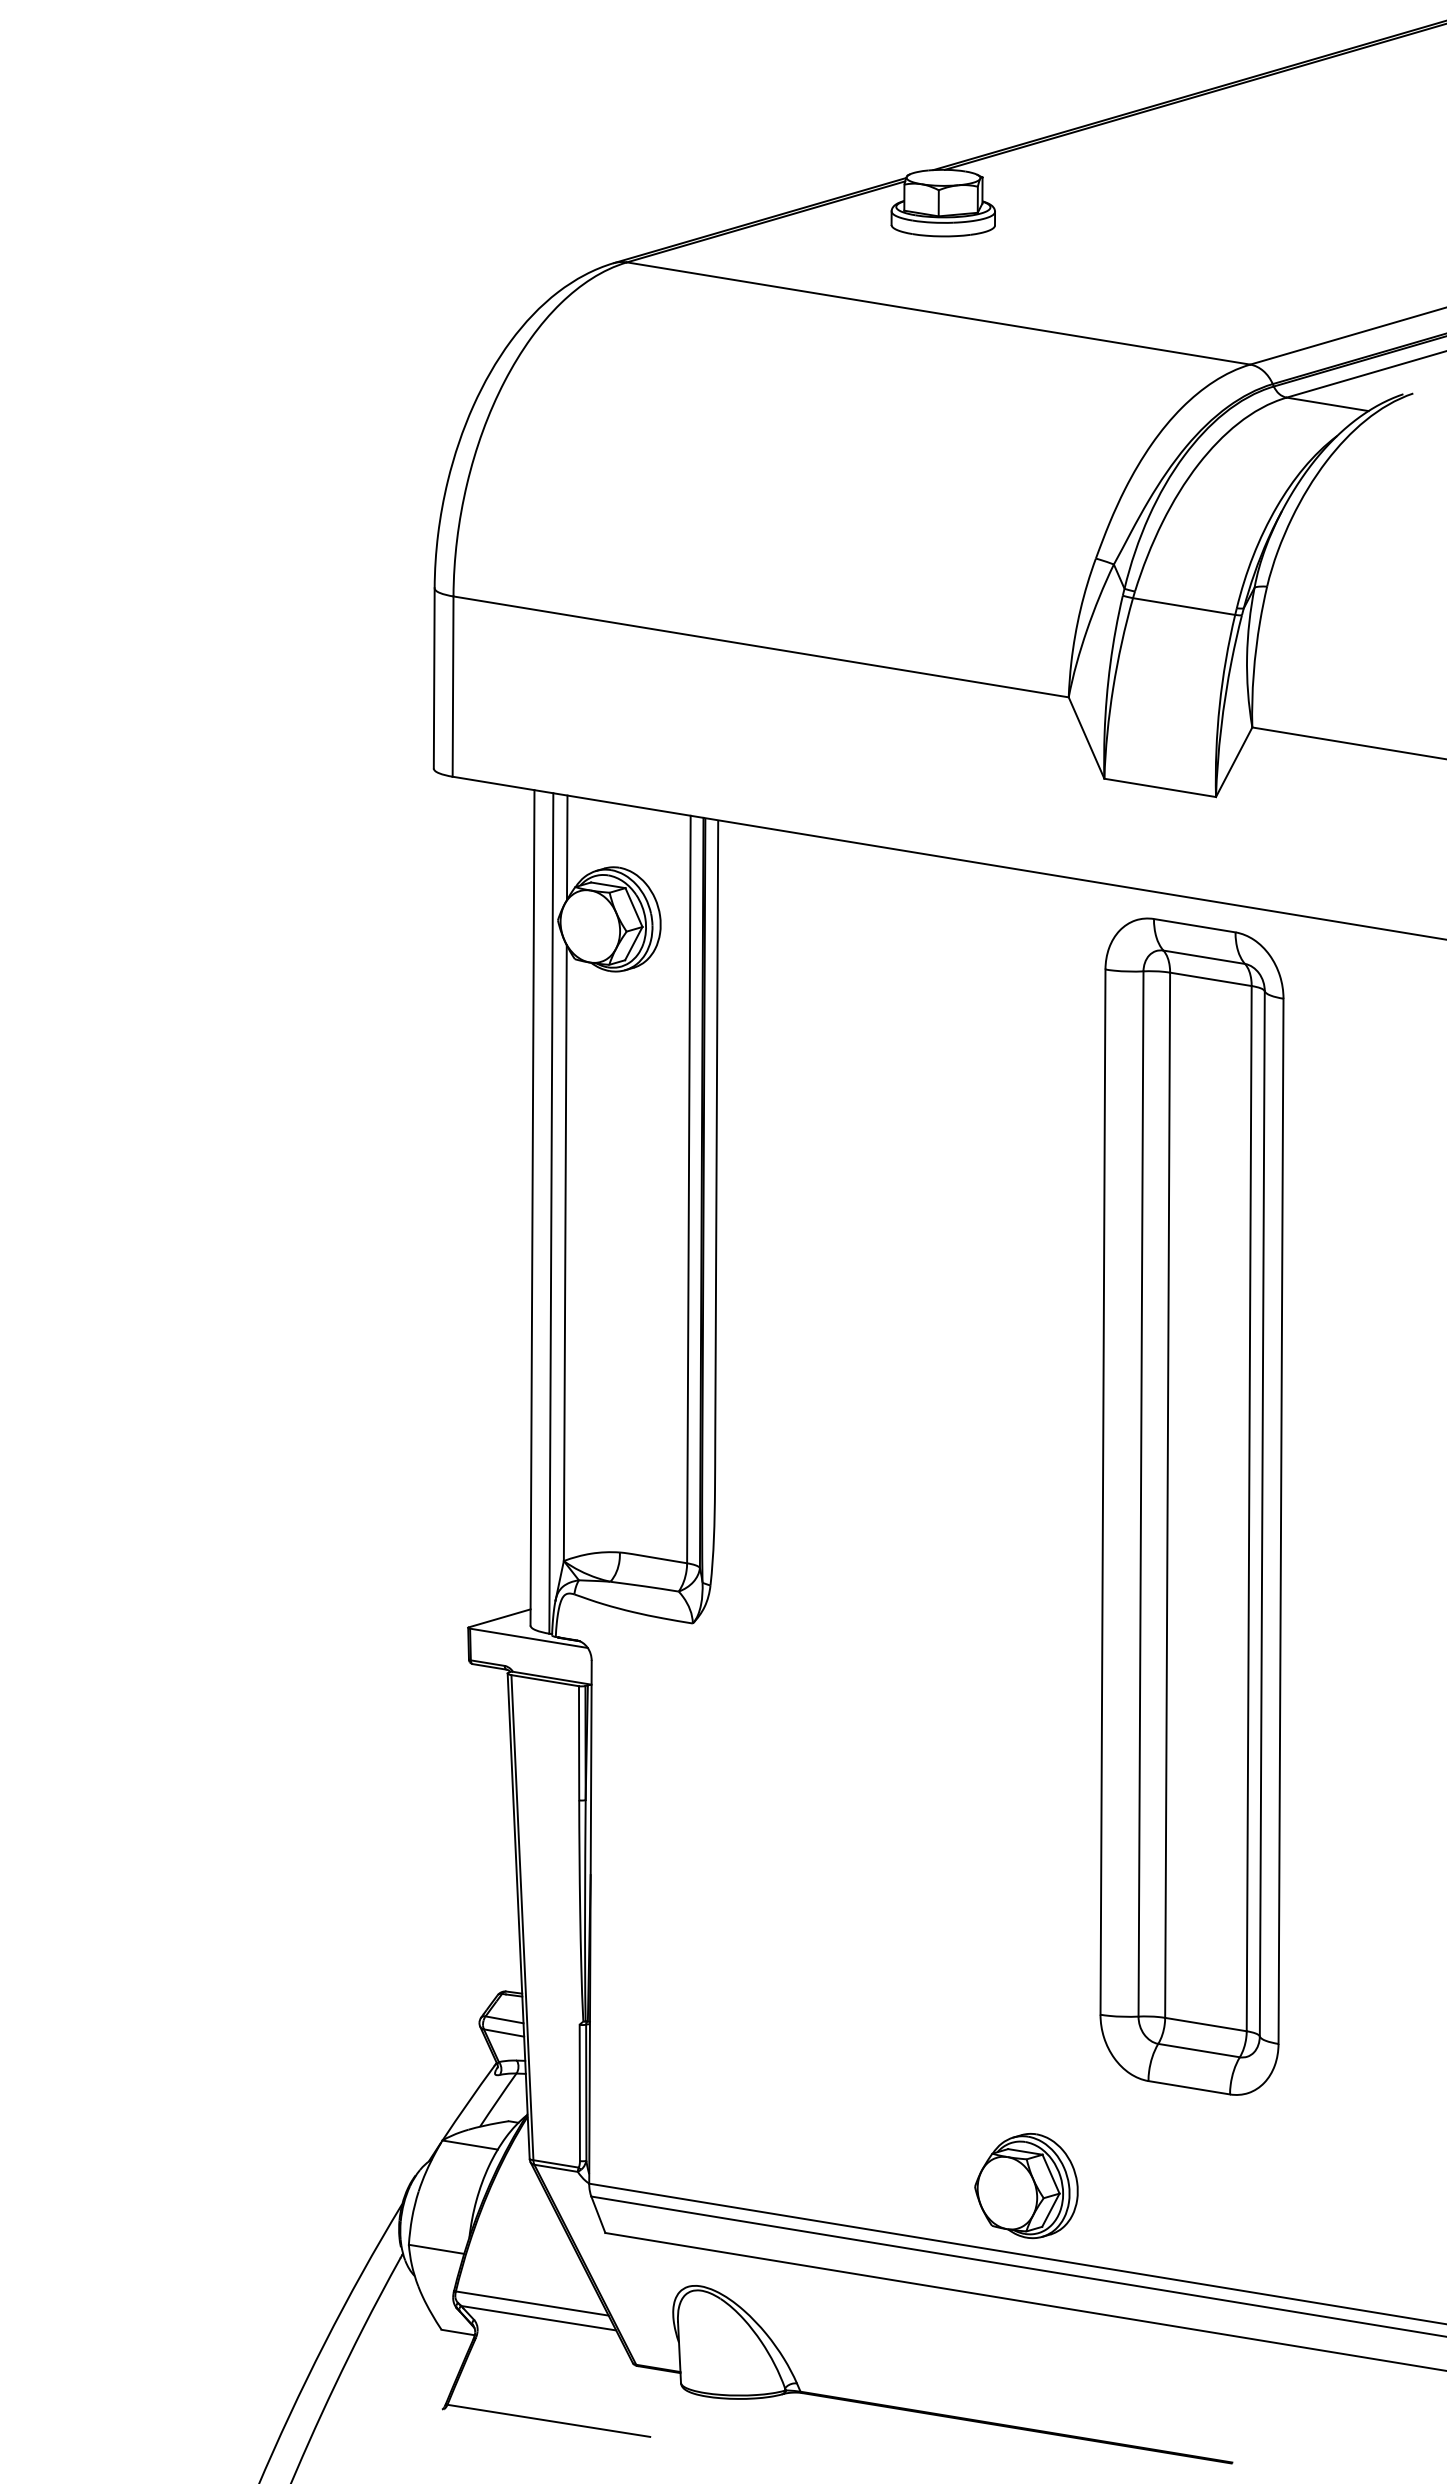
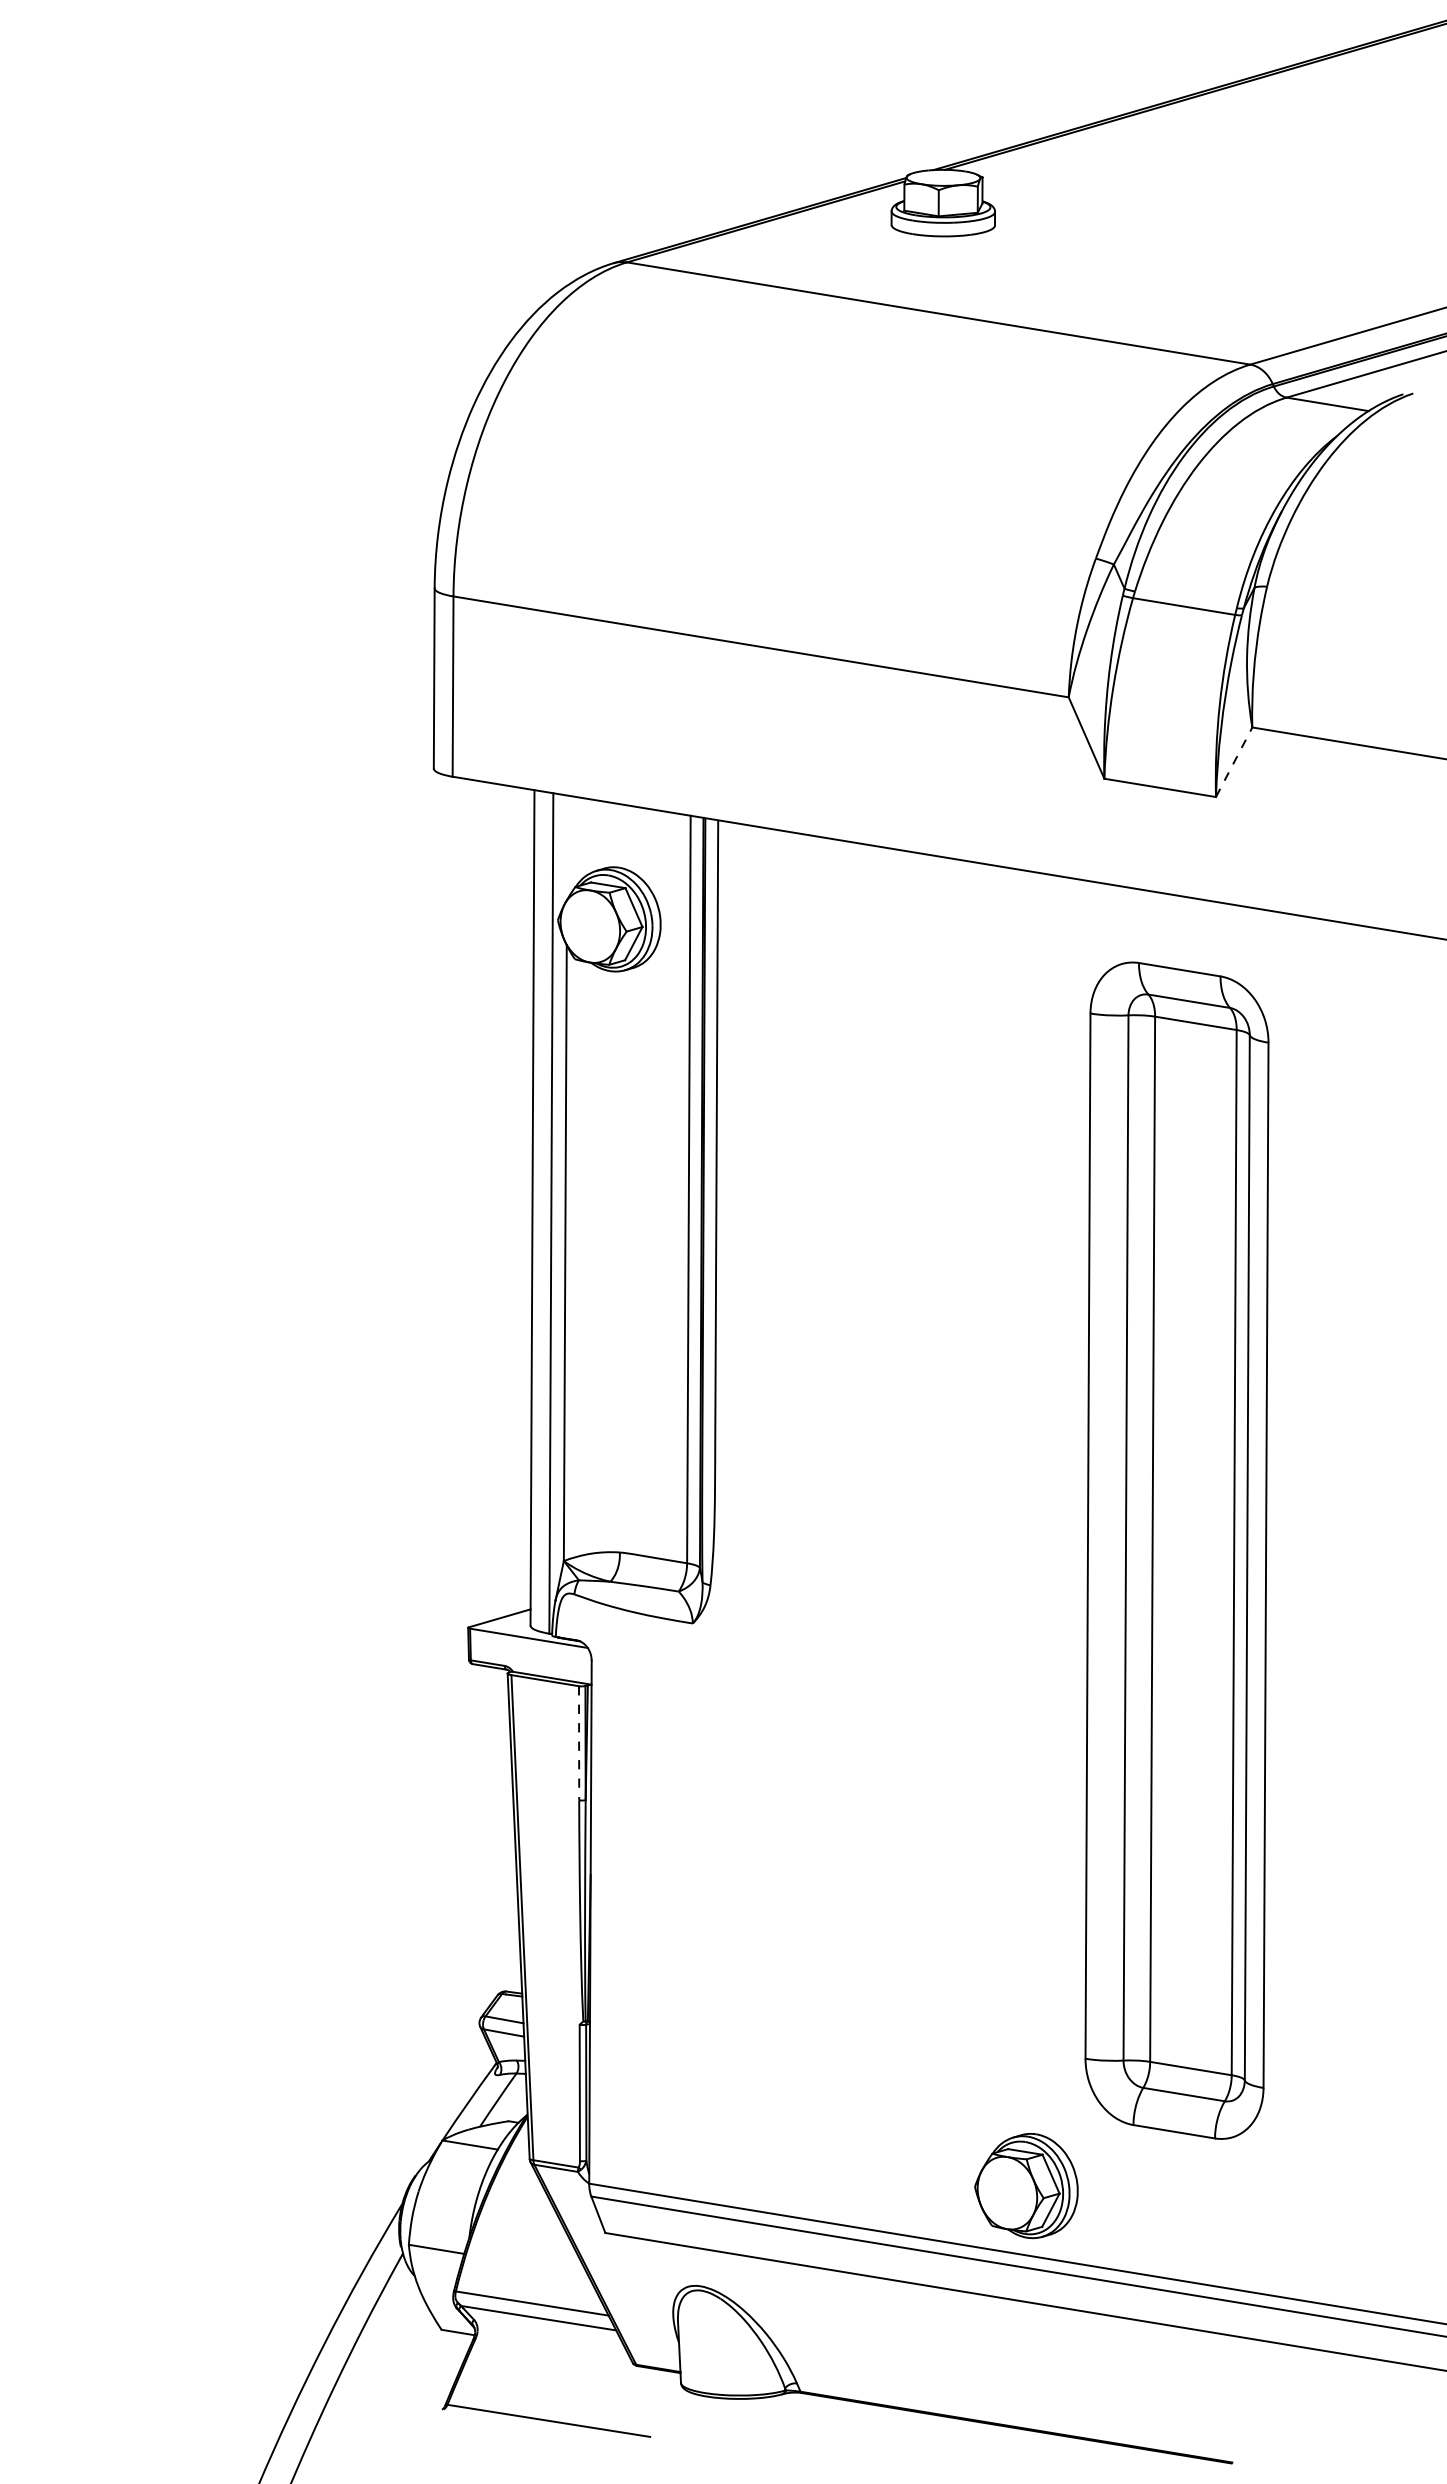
line at (1234, 761): solid -> dashed
line at (566, 847): present -> none
part at (1191, 1506) position: (1191, 1506) -> (1176, 1550)
line at (579, 1743): solid -> dashed
